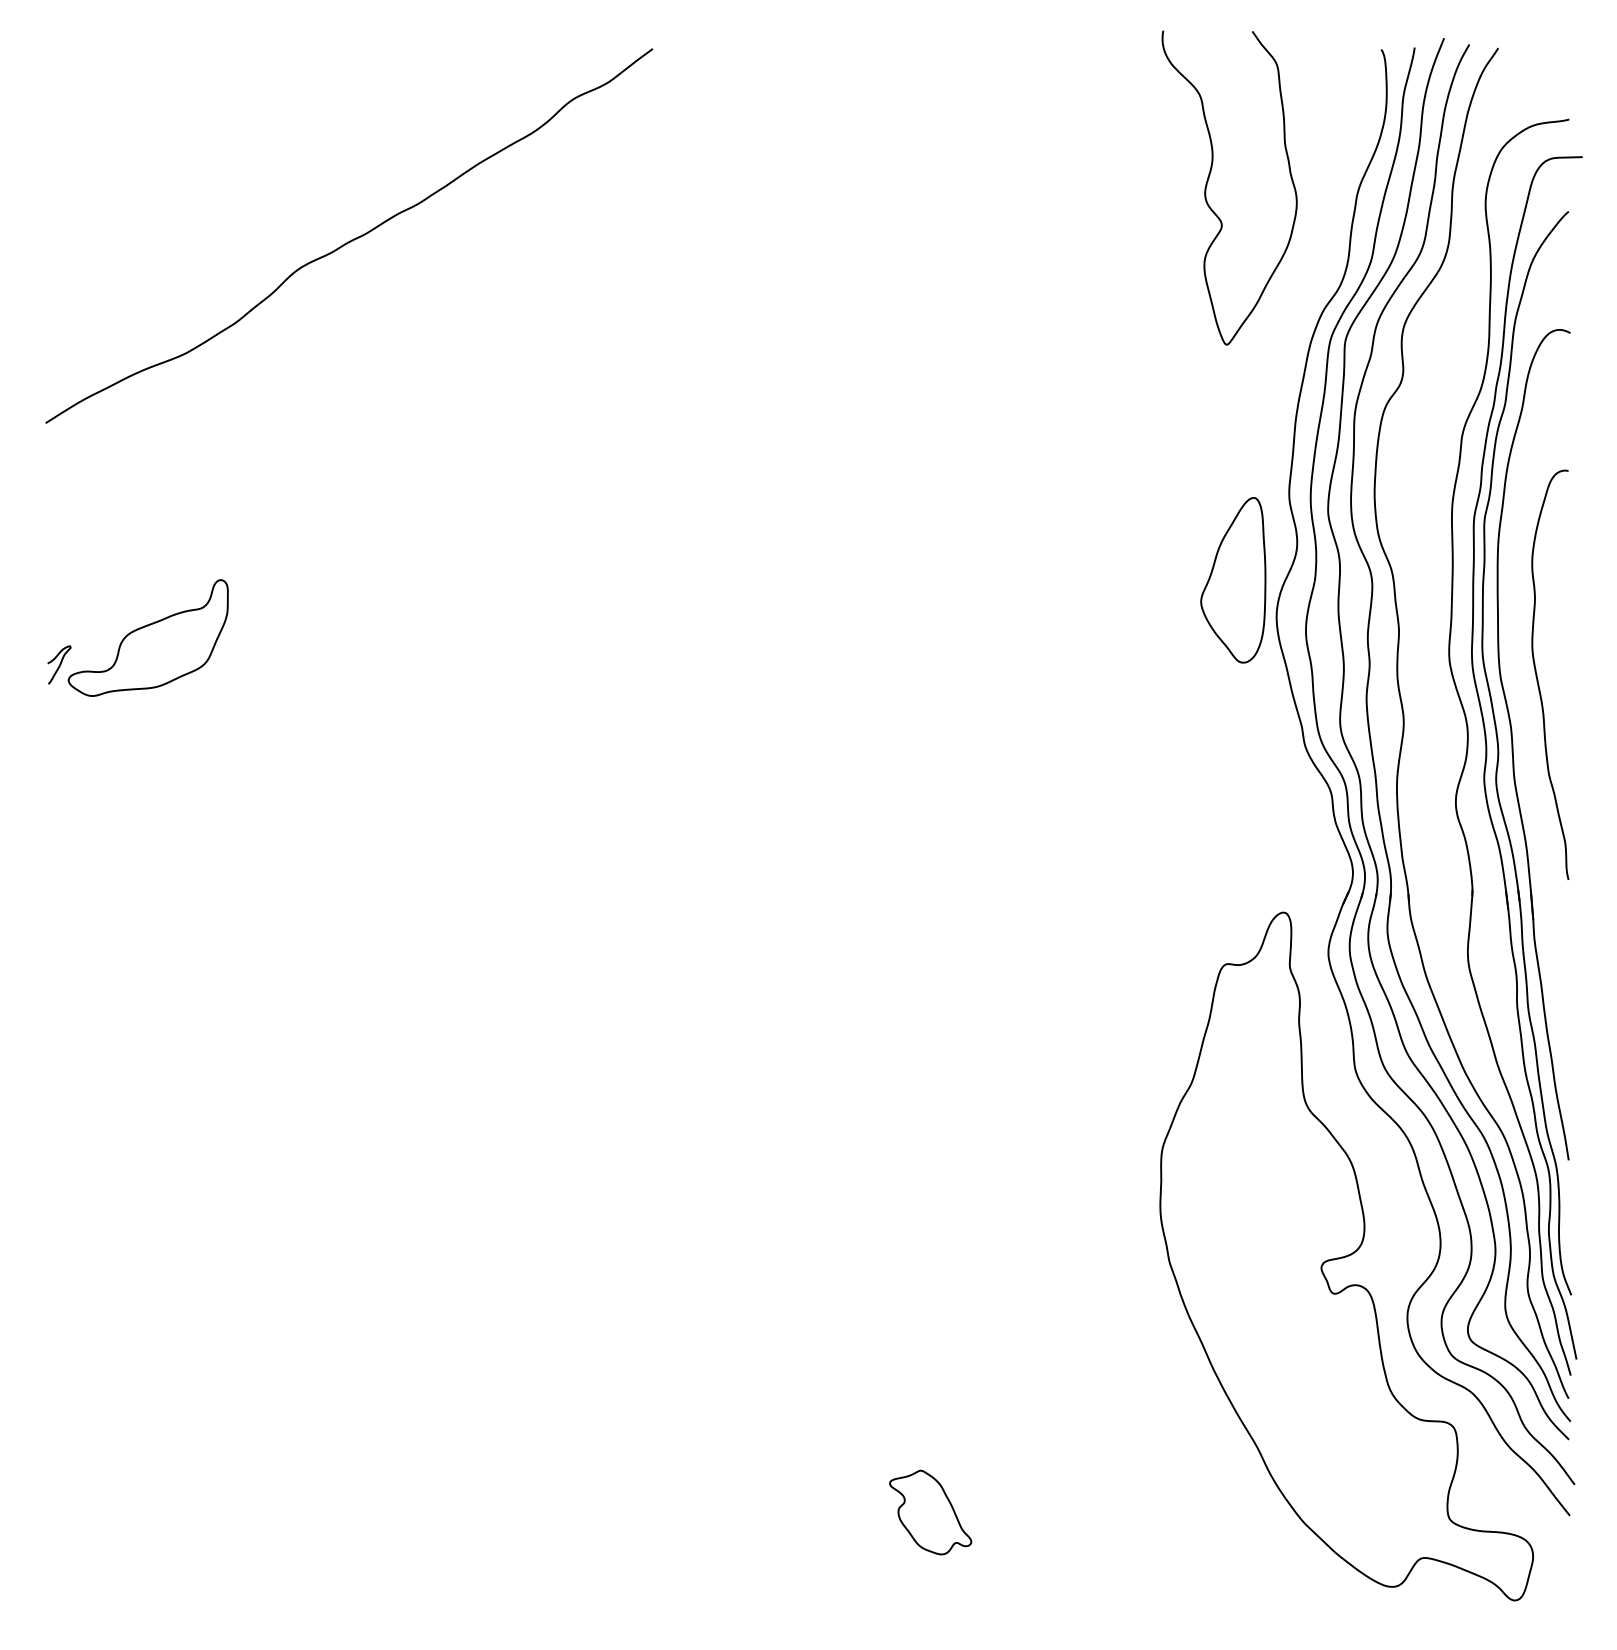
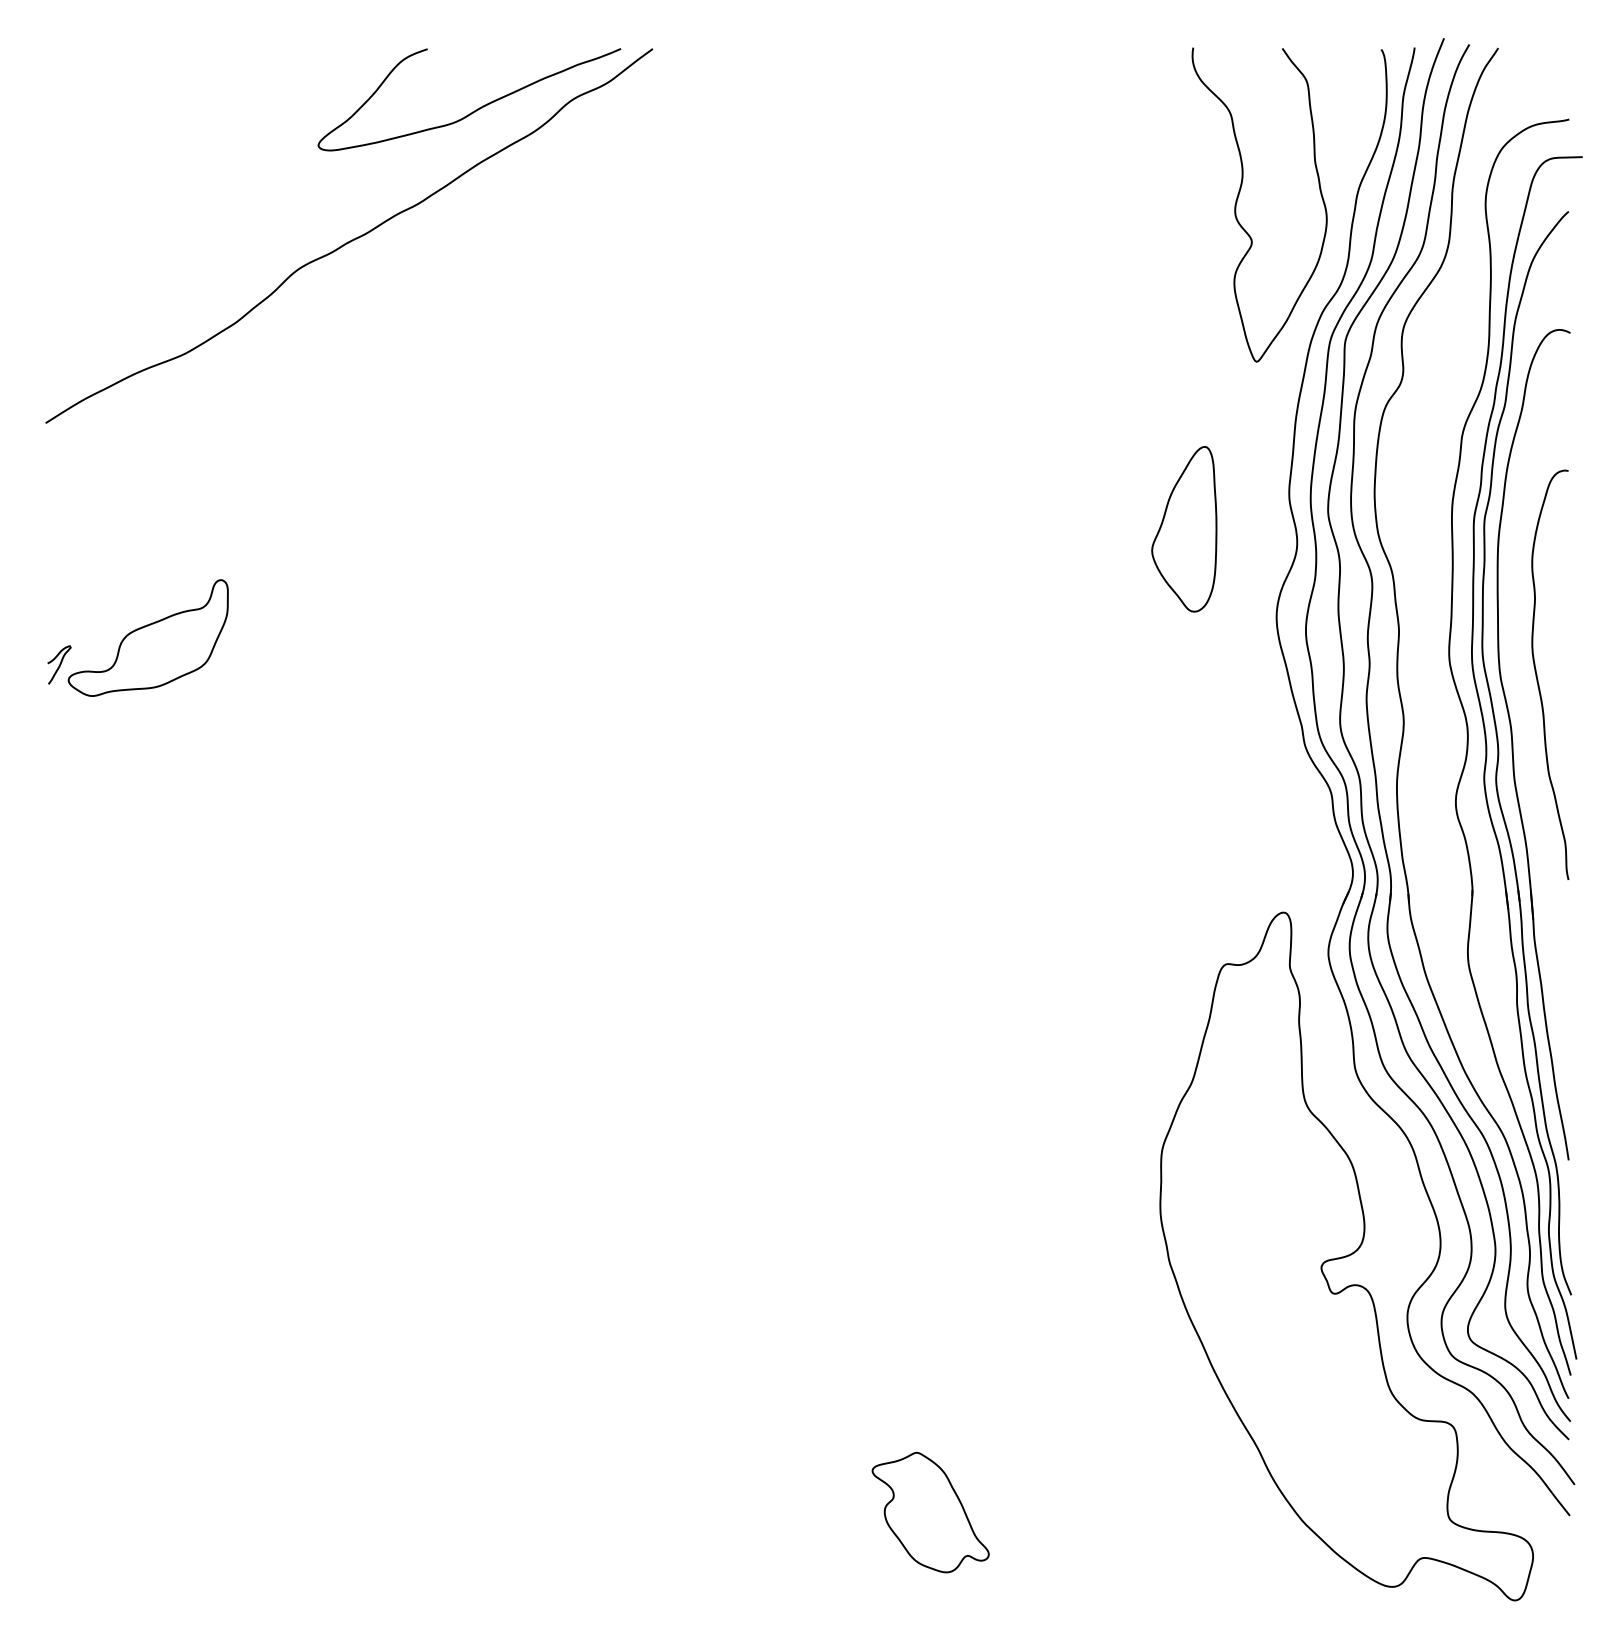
curve at (477, 108): none -> present
curve at (1208, 181) position: (1208, 181) -> (1238, 198)
part at (1233, 580) position: (1233, 580) -> (1184, 529)
part at (930, 1512) size: 84x87 px -> 119x123 px
